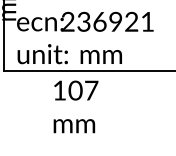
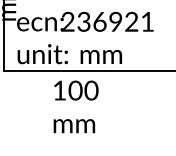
text at (91, 90): 107 -> 100
